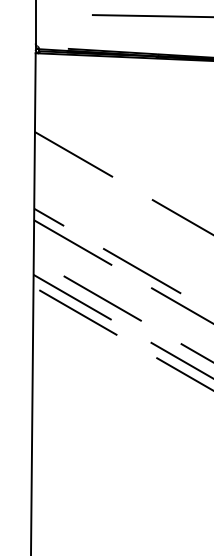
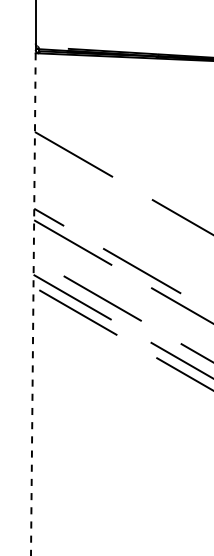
line at (151, 16): present -> none
line at (33, 304): solid -> dashed
